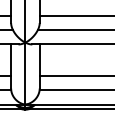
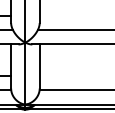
line at (75, 15): present -> none
line at (75, 76): present -> none
